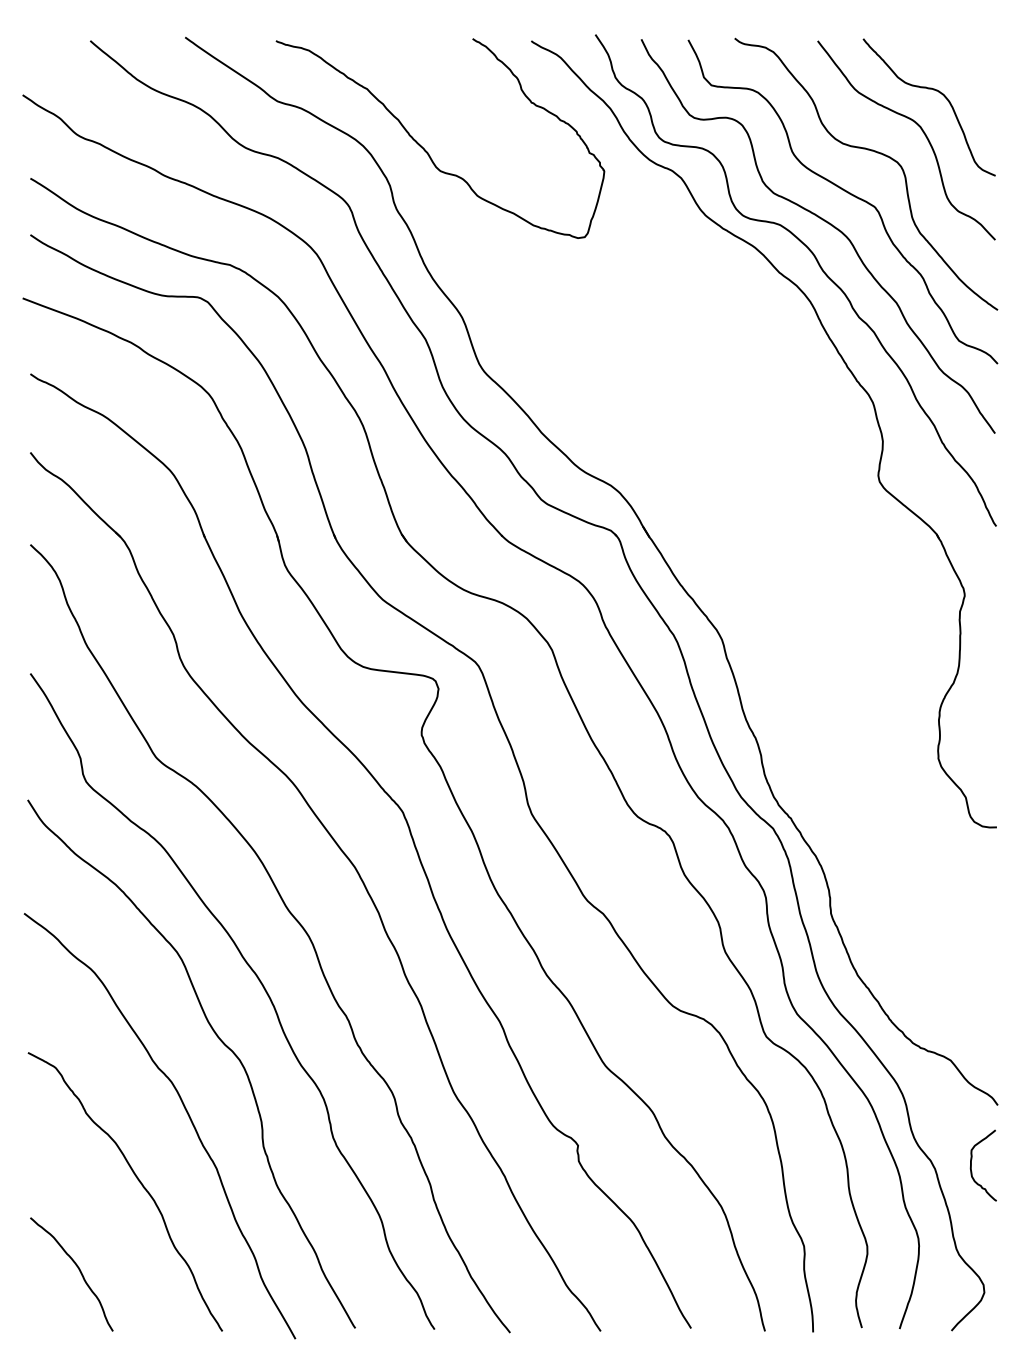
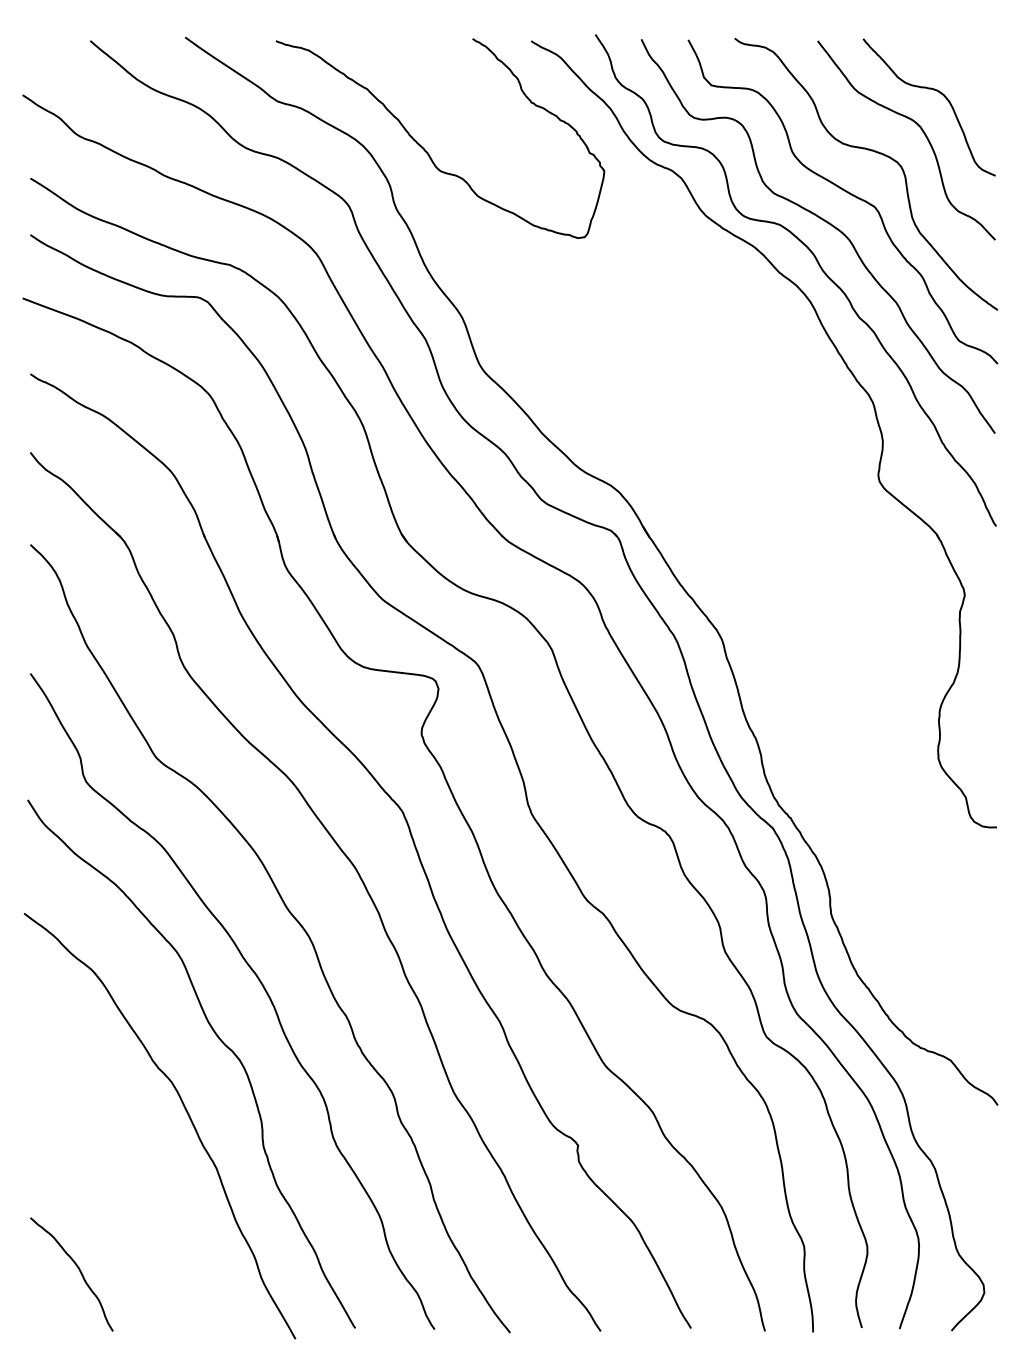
curve at (971, 1165): present -> none
curve at (138, 1181): present -> none
